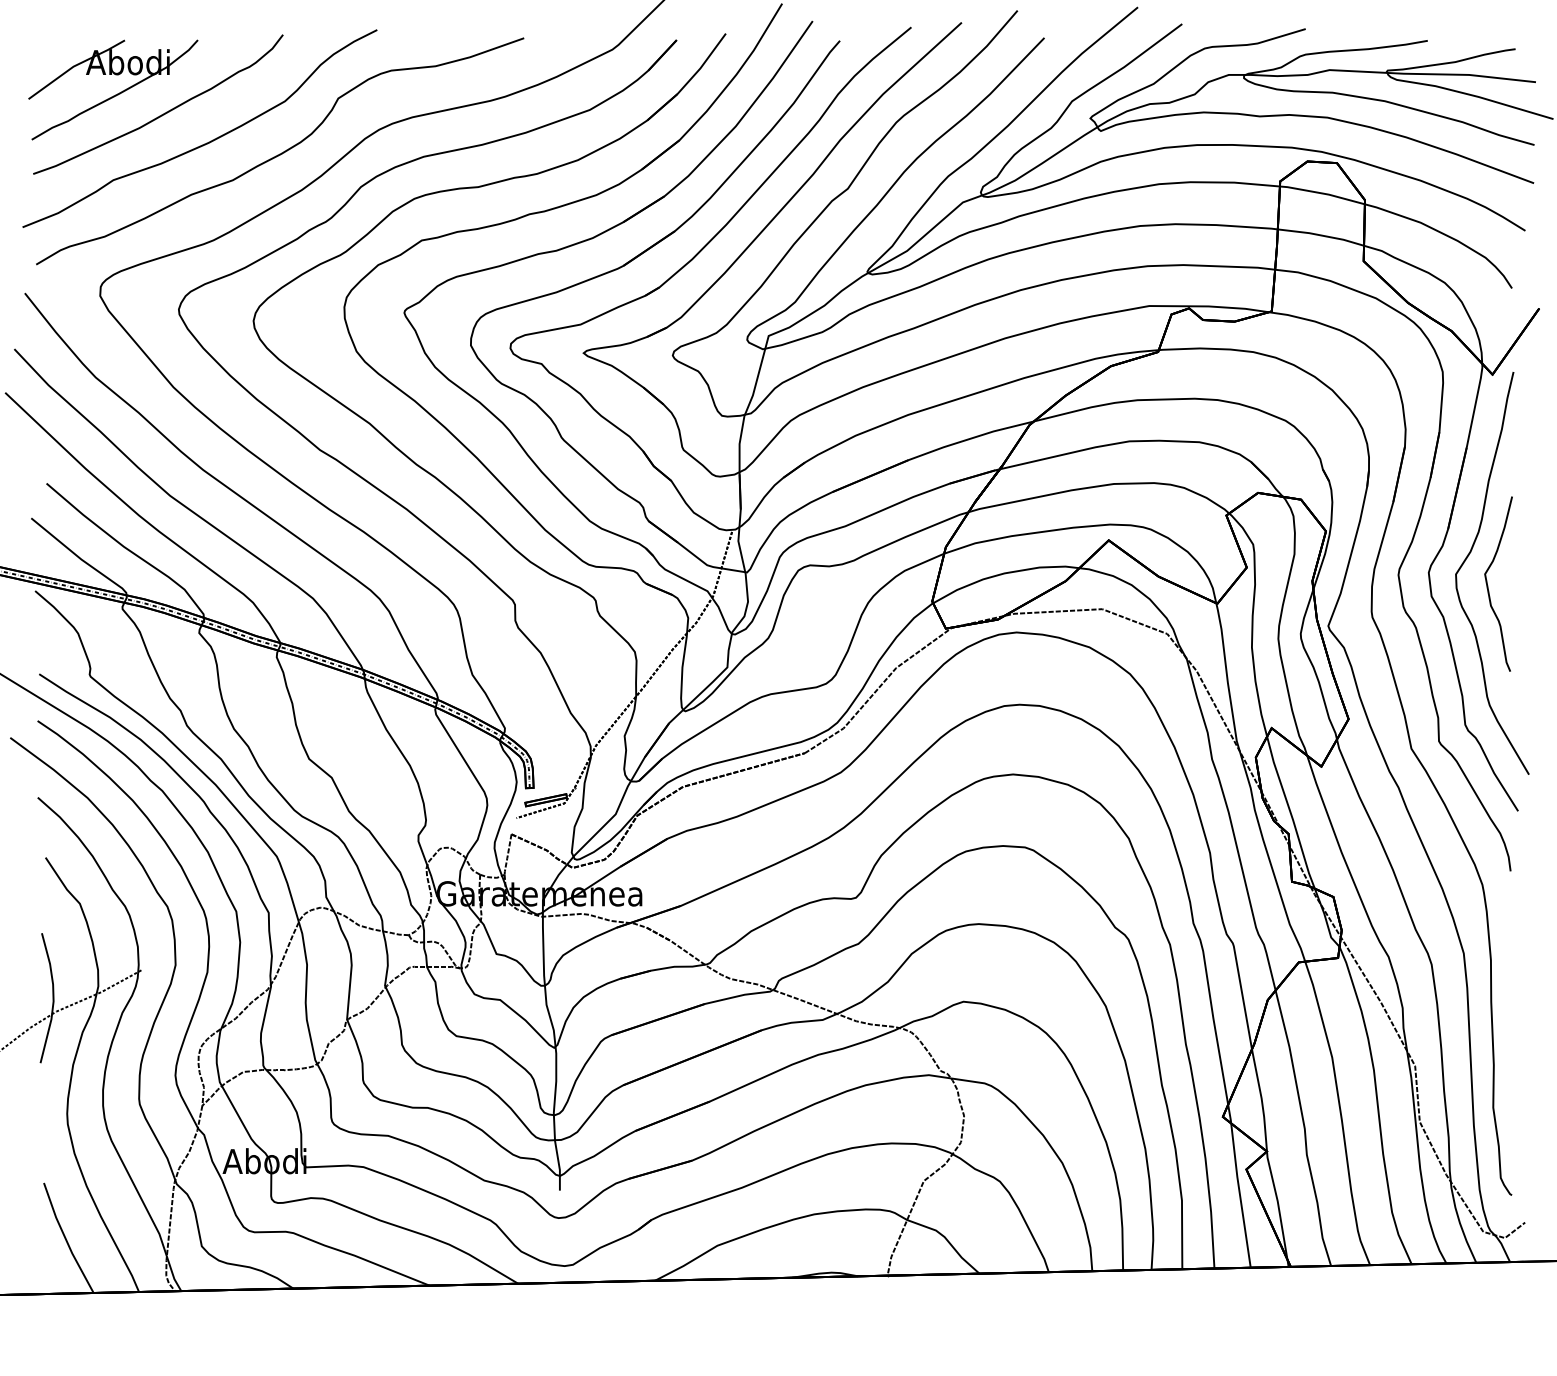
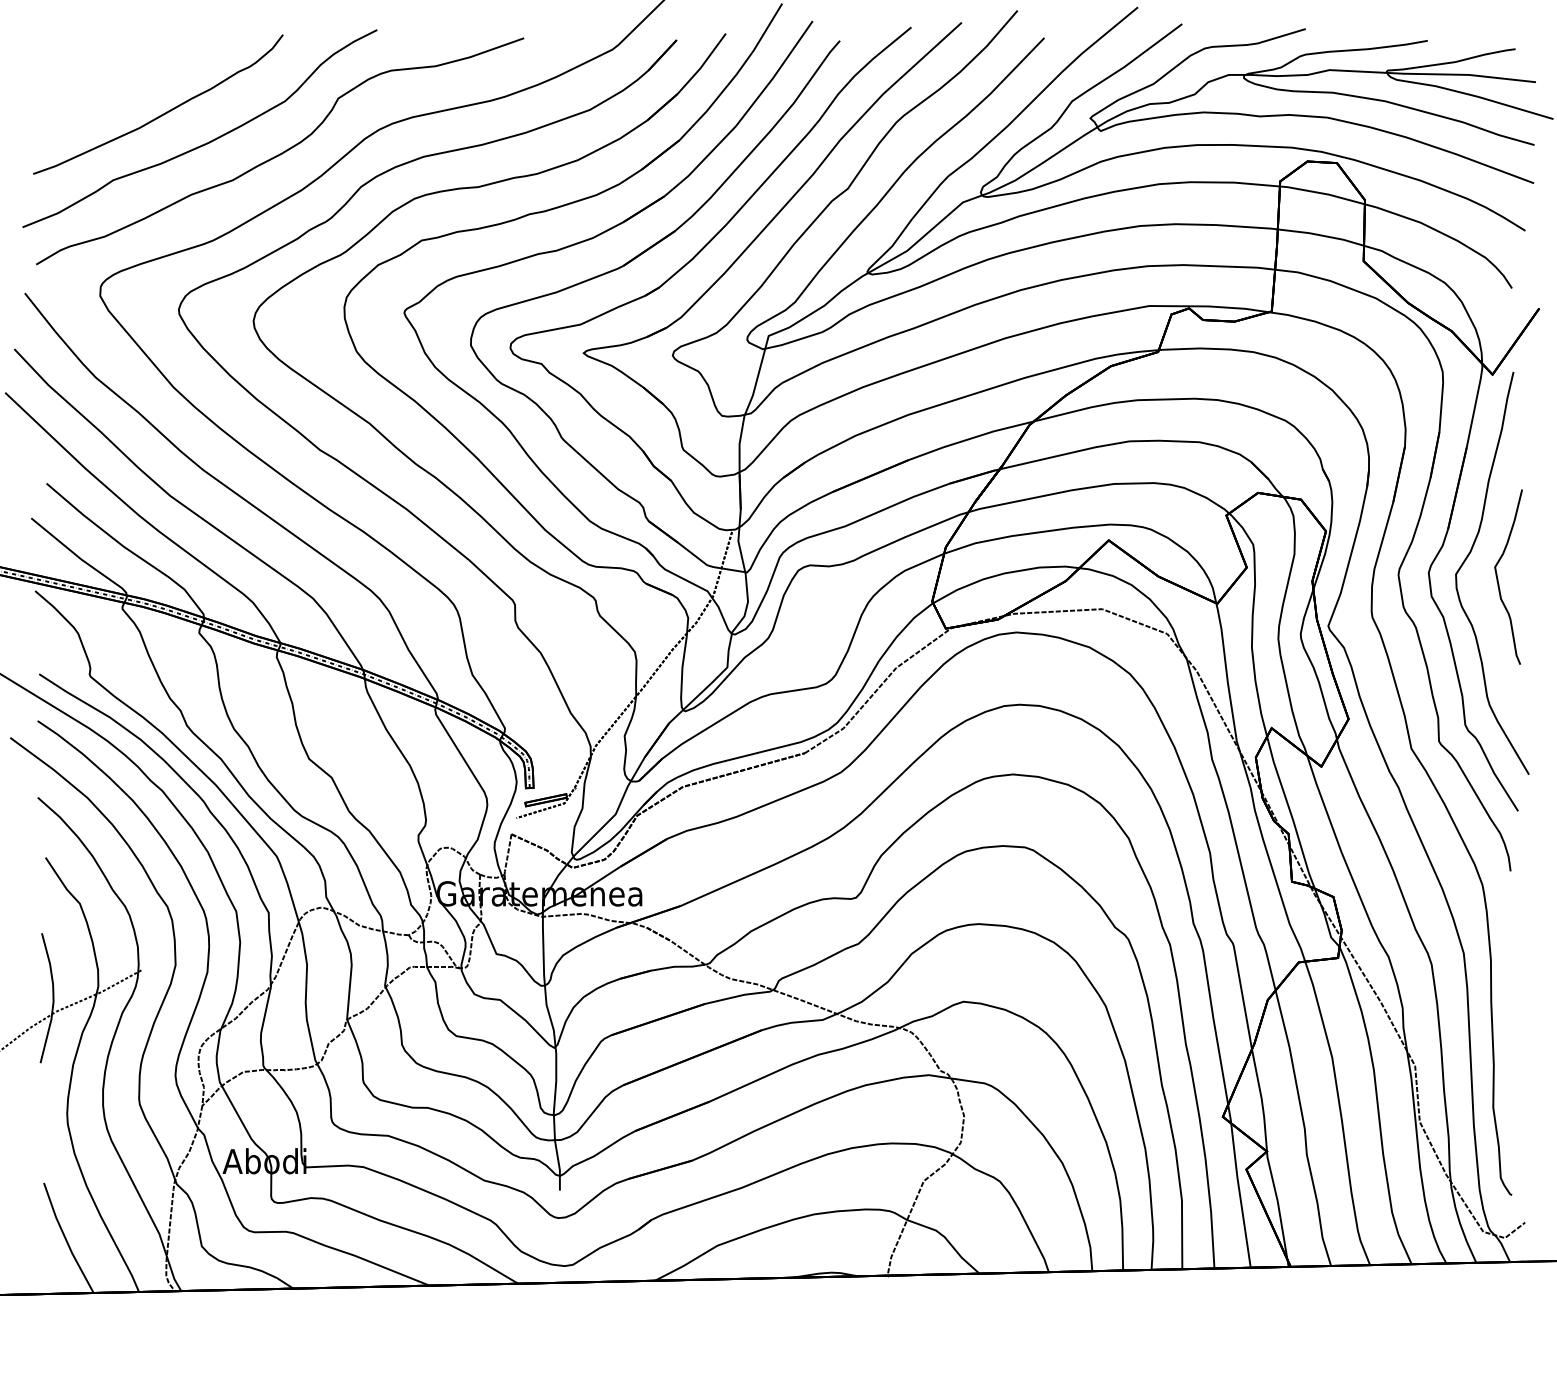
part at (113, 89): present -> none
curve at (1488, 585) position: (1488, 585) -> (1498, 578)
